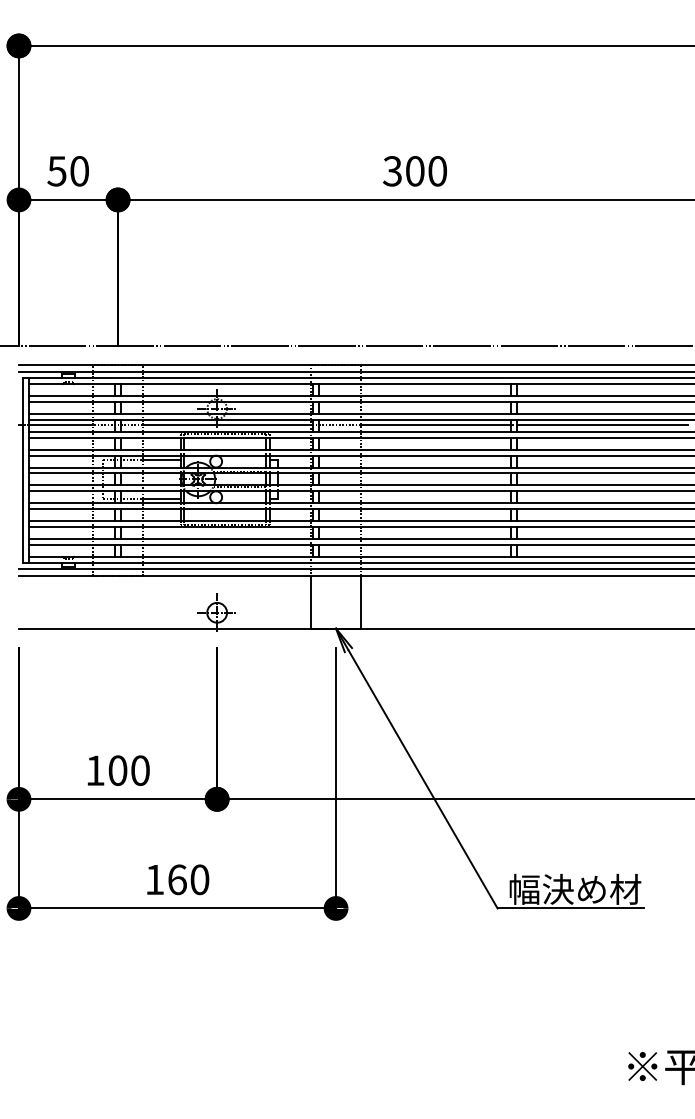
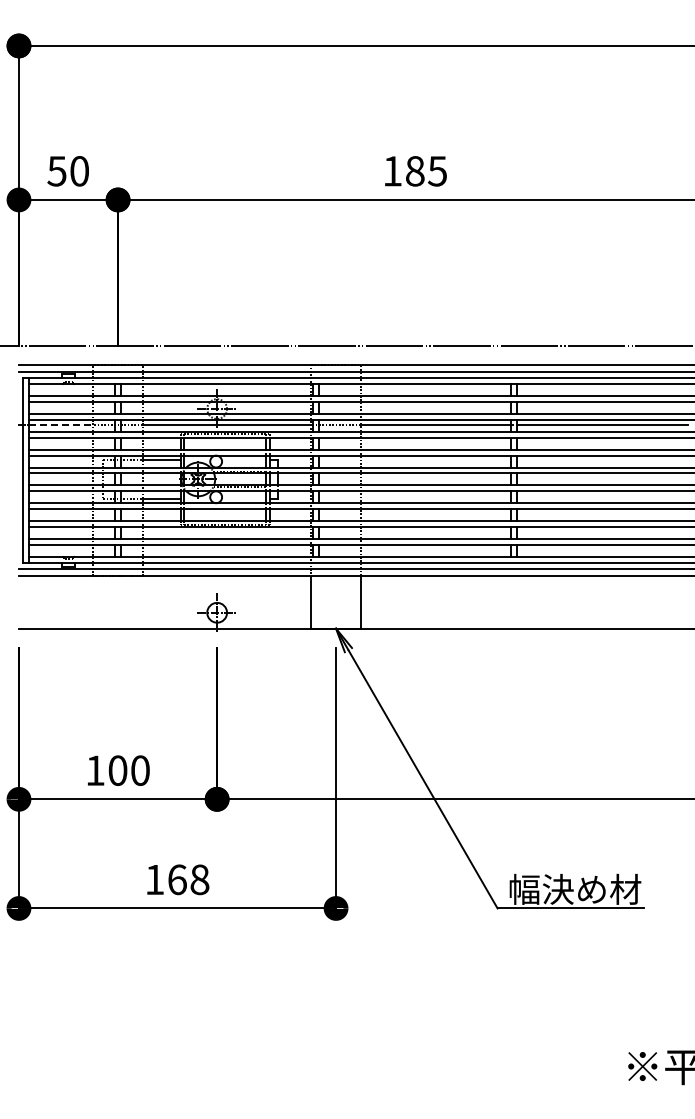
text at (414, 171): 300 -> 185
line at (61, 424): solid -> dashed
text at (199, 879): 160 -> 168
